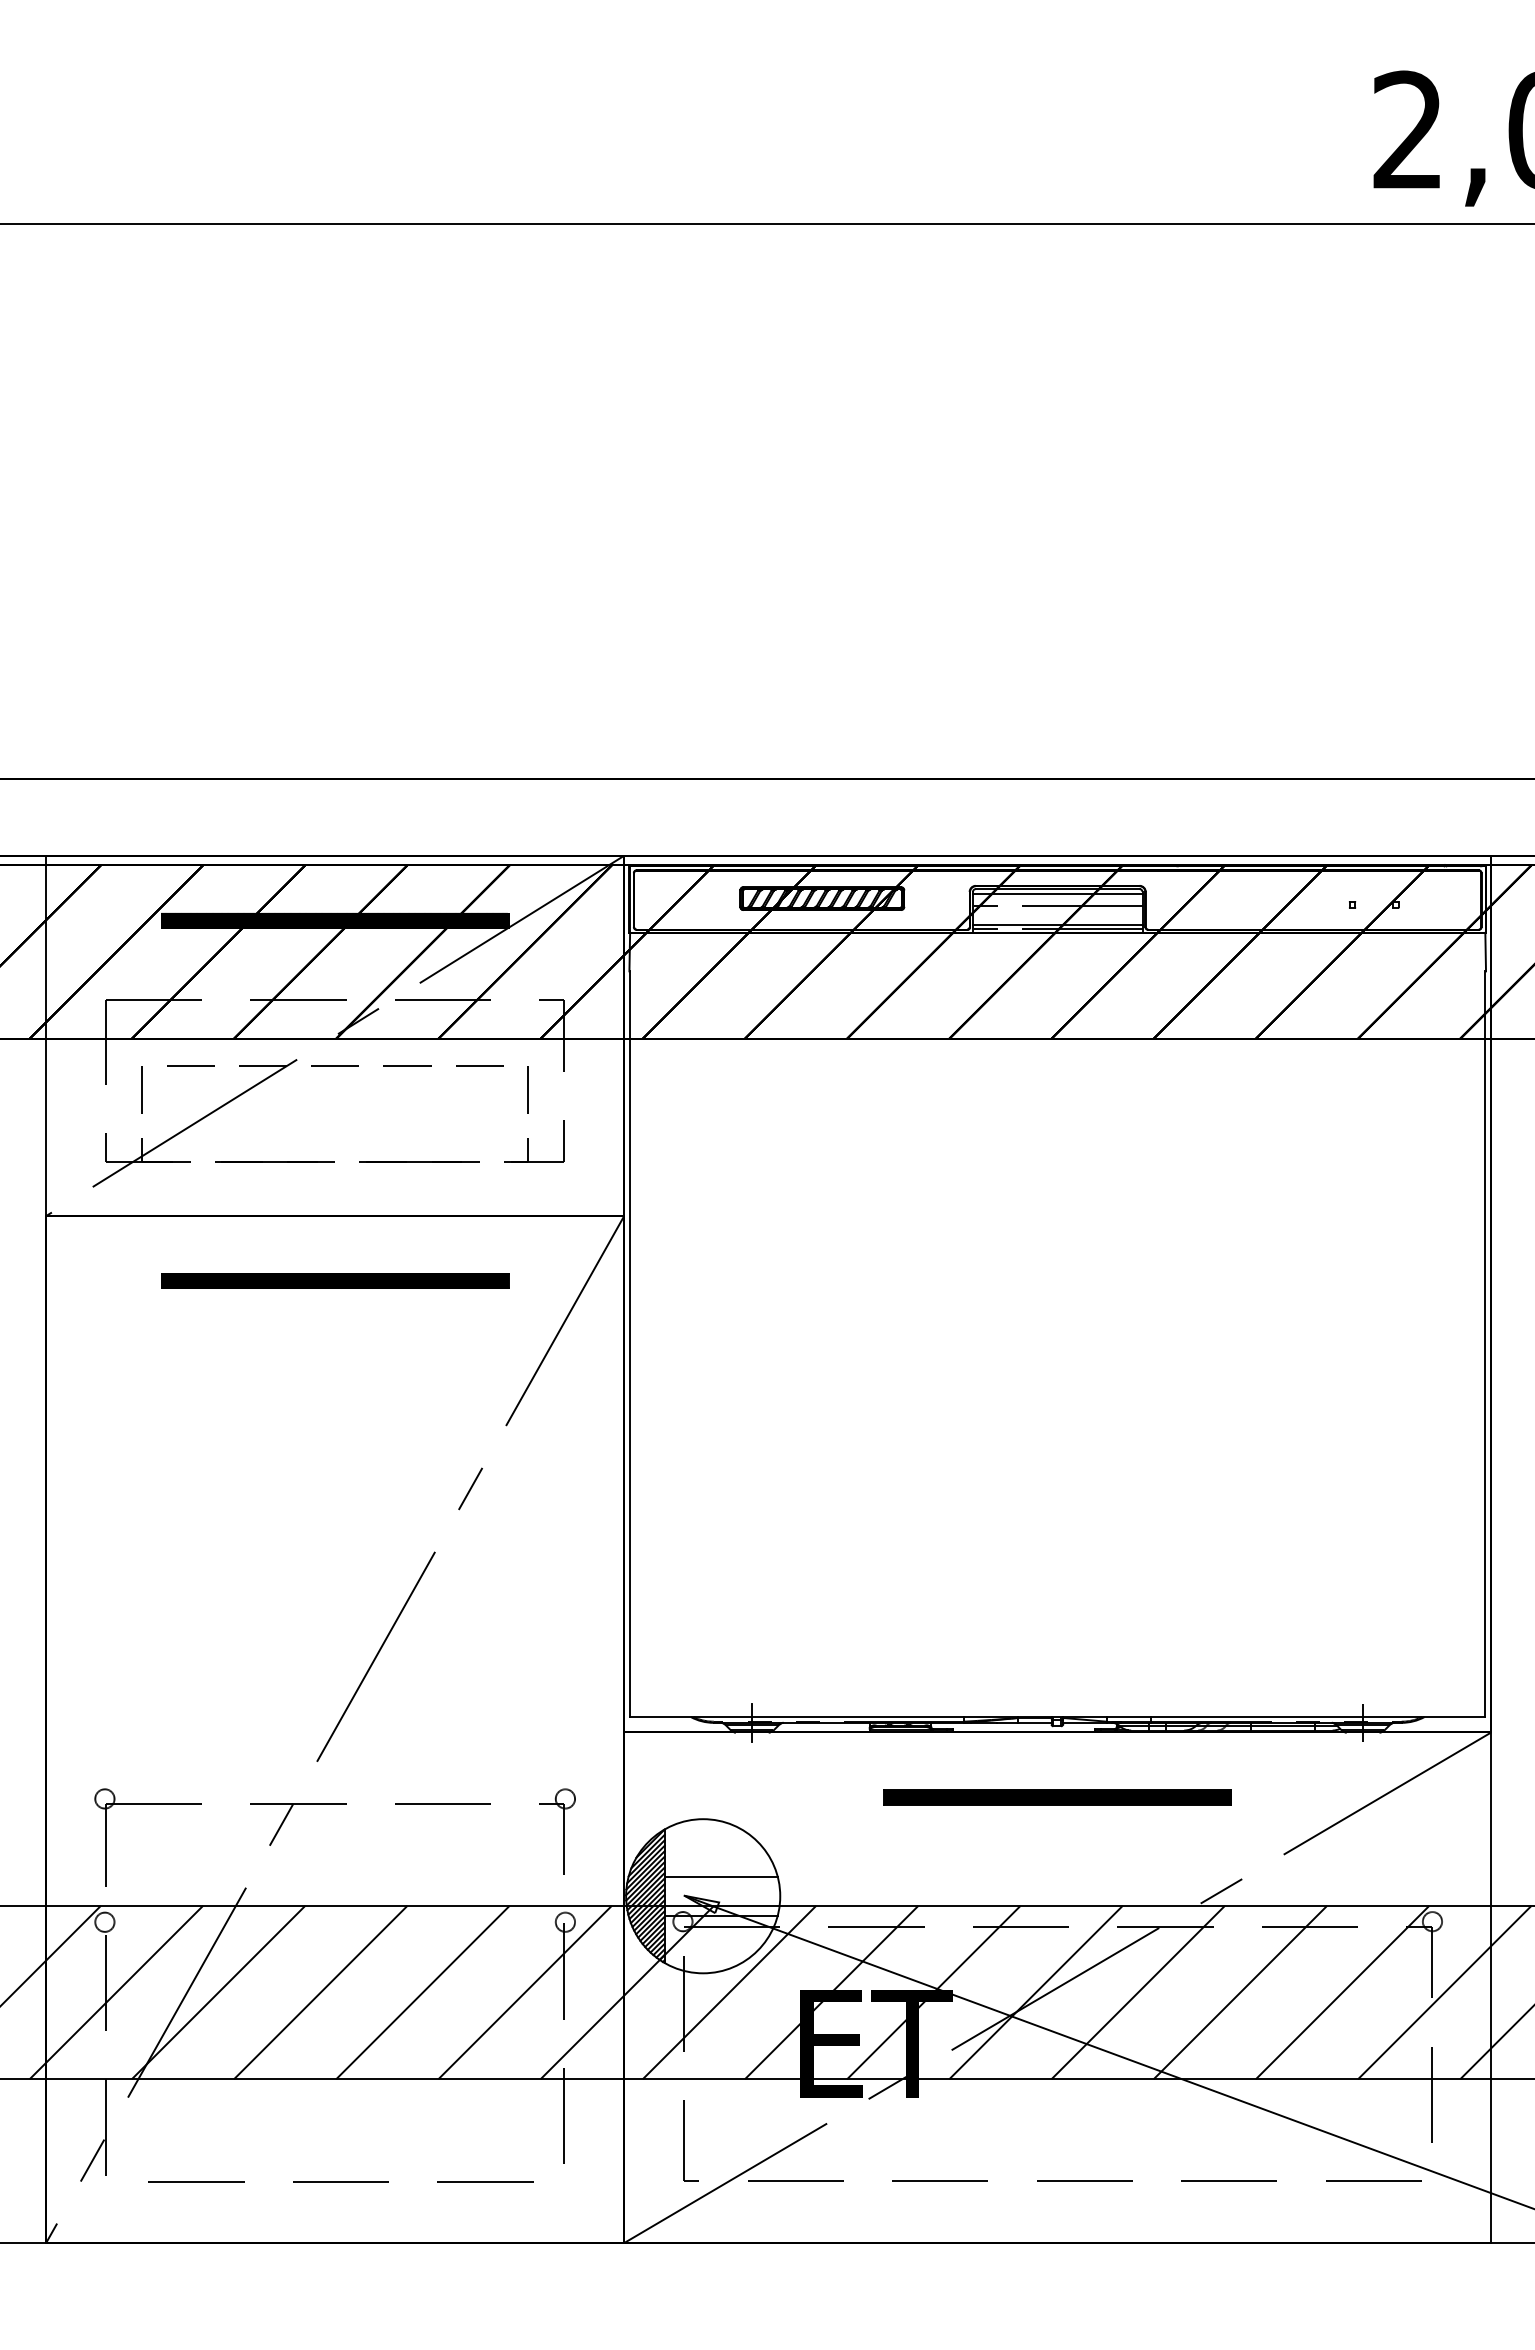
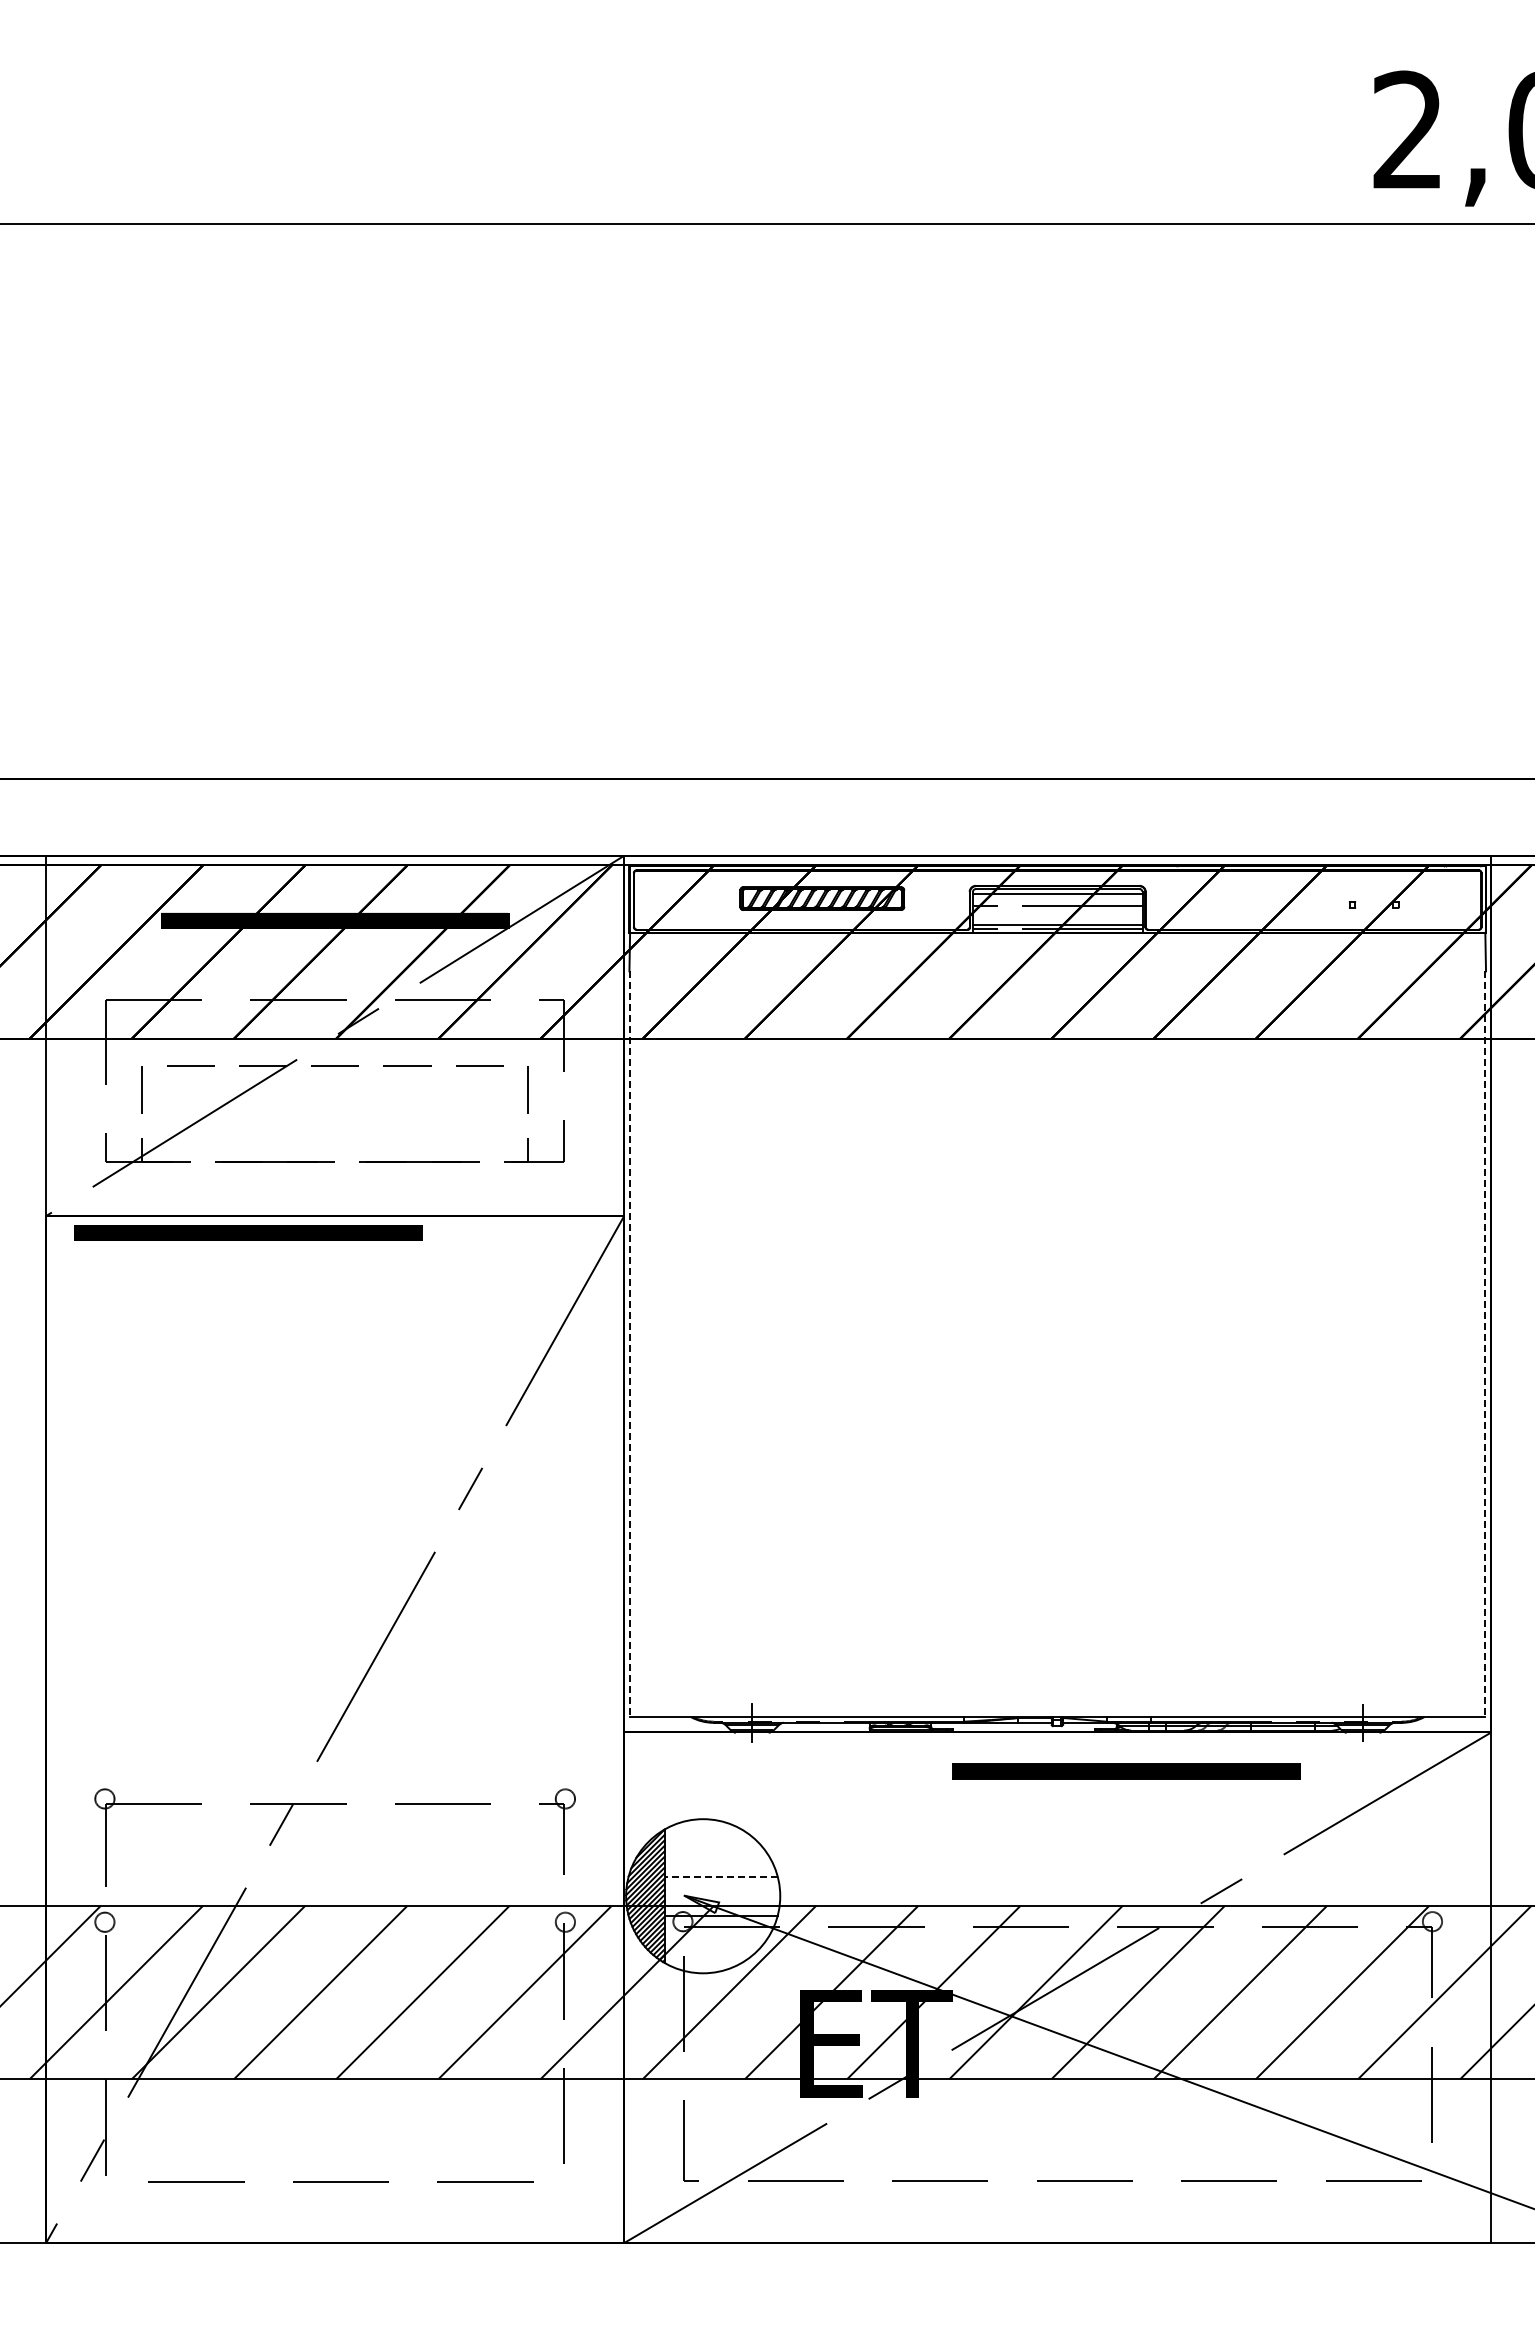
part at (335, 1280) position: (335, 1280) -> (248, 1232)
line at (629, 1344): solid -> dashed
line at (1485, 1344): solid -> dashed
part at (1057, 1797) position: (1057, 1797) -> (1126, 1771)
line at (721, 1876): solid -> dashed
